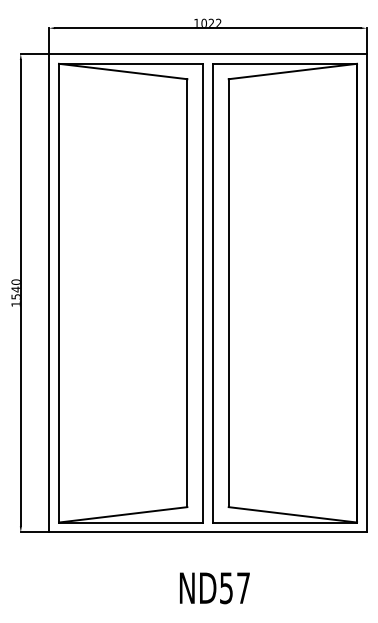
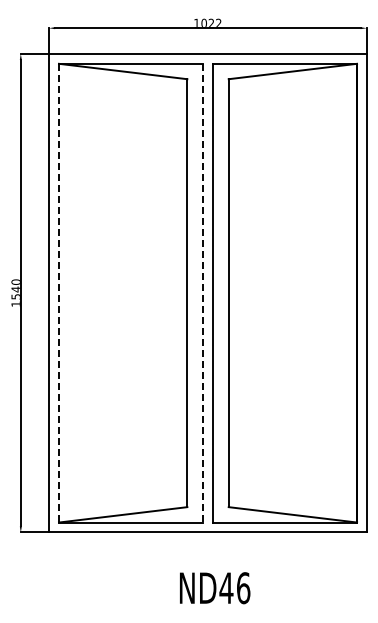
line at (59, 293): solid -> dashed
line at (202, 293): solid -> dashed
text at (234, 588): ND57 -> ND46
